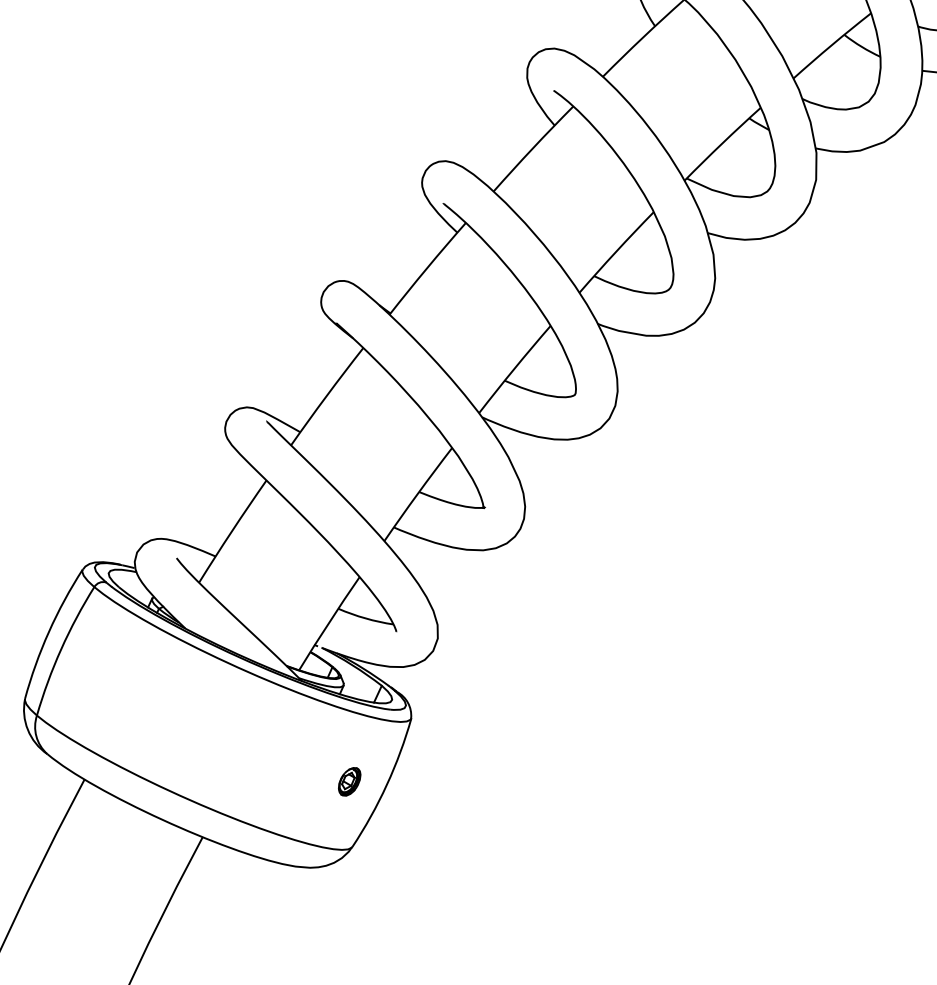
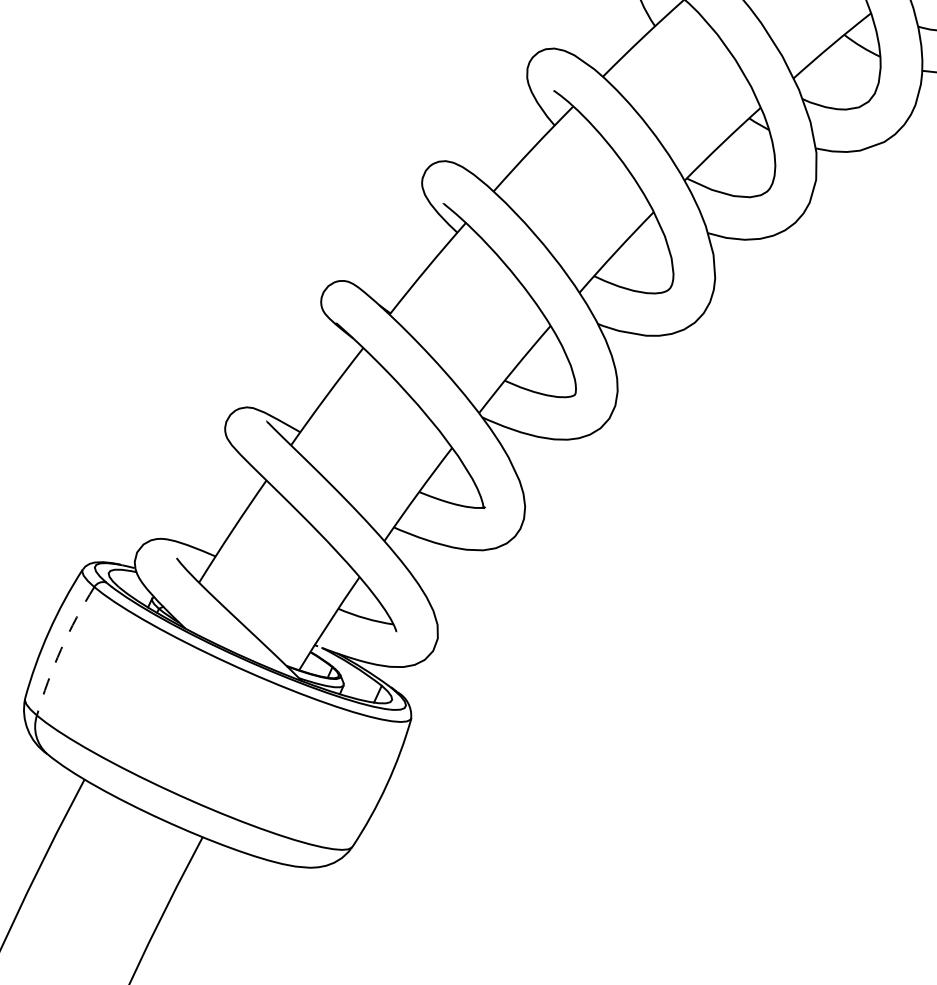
arc at (61, 649): solid -> dashed
part at (349, 781): present -> none
